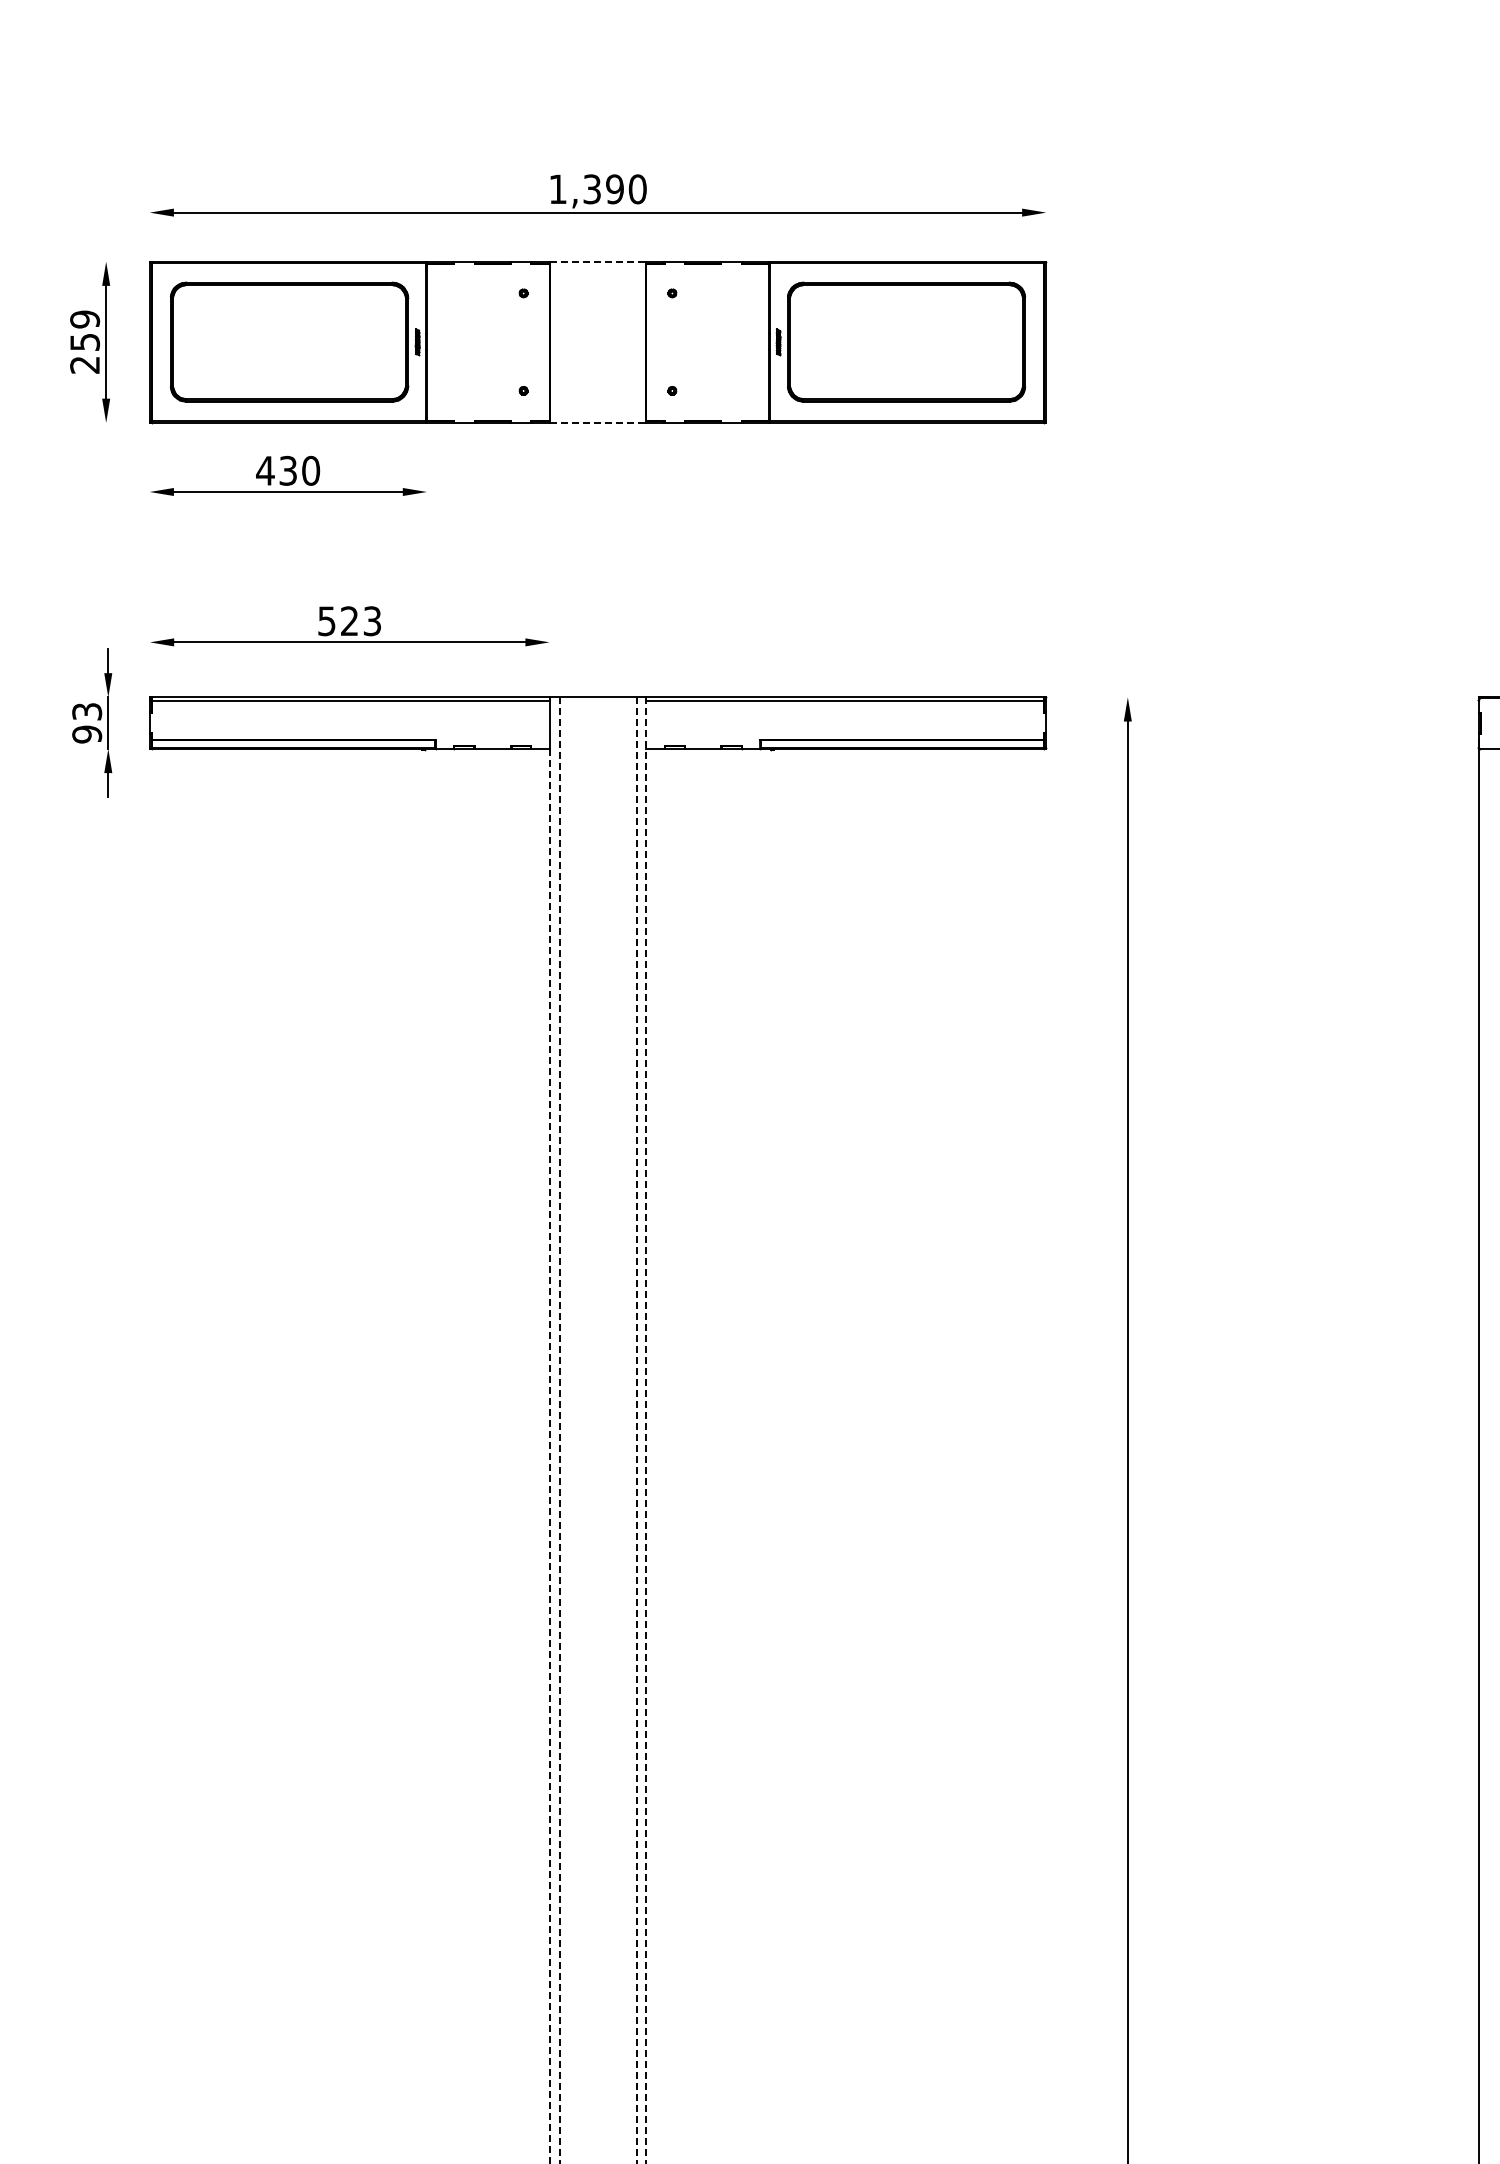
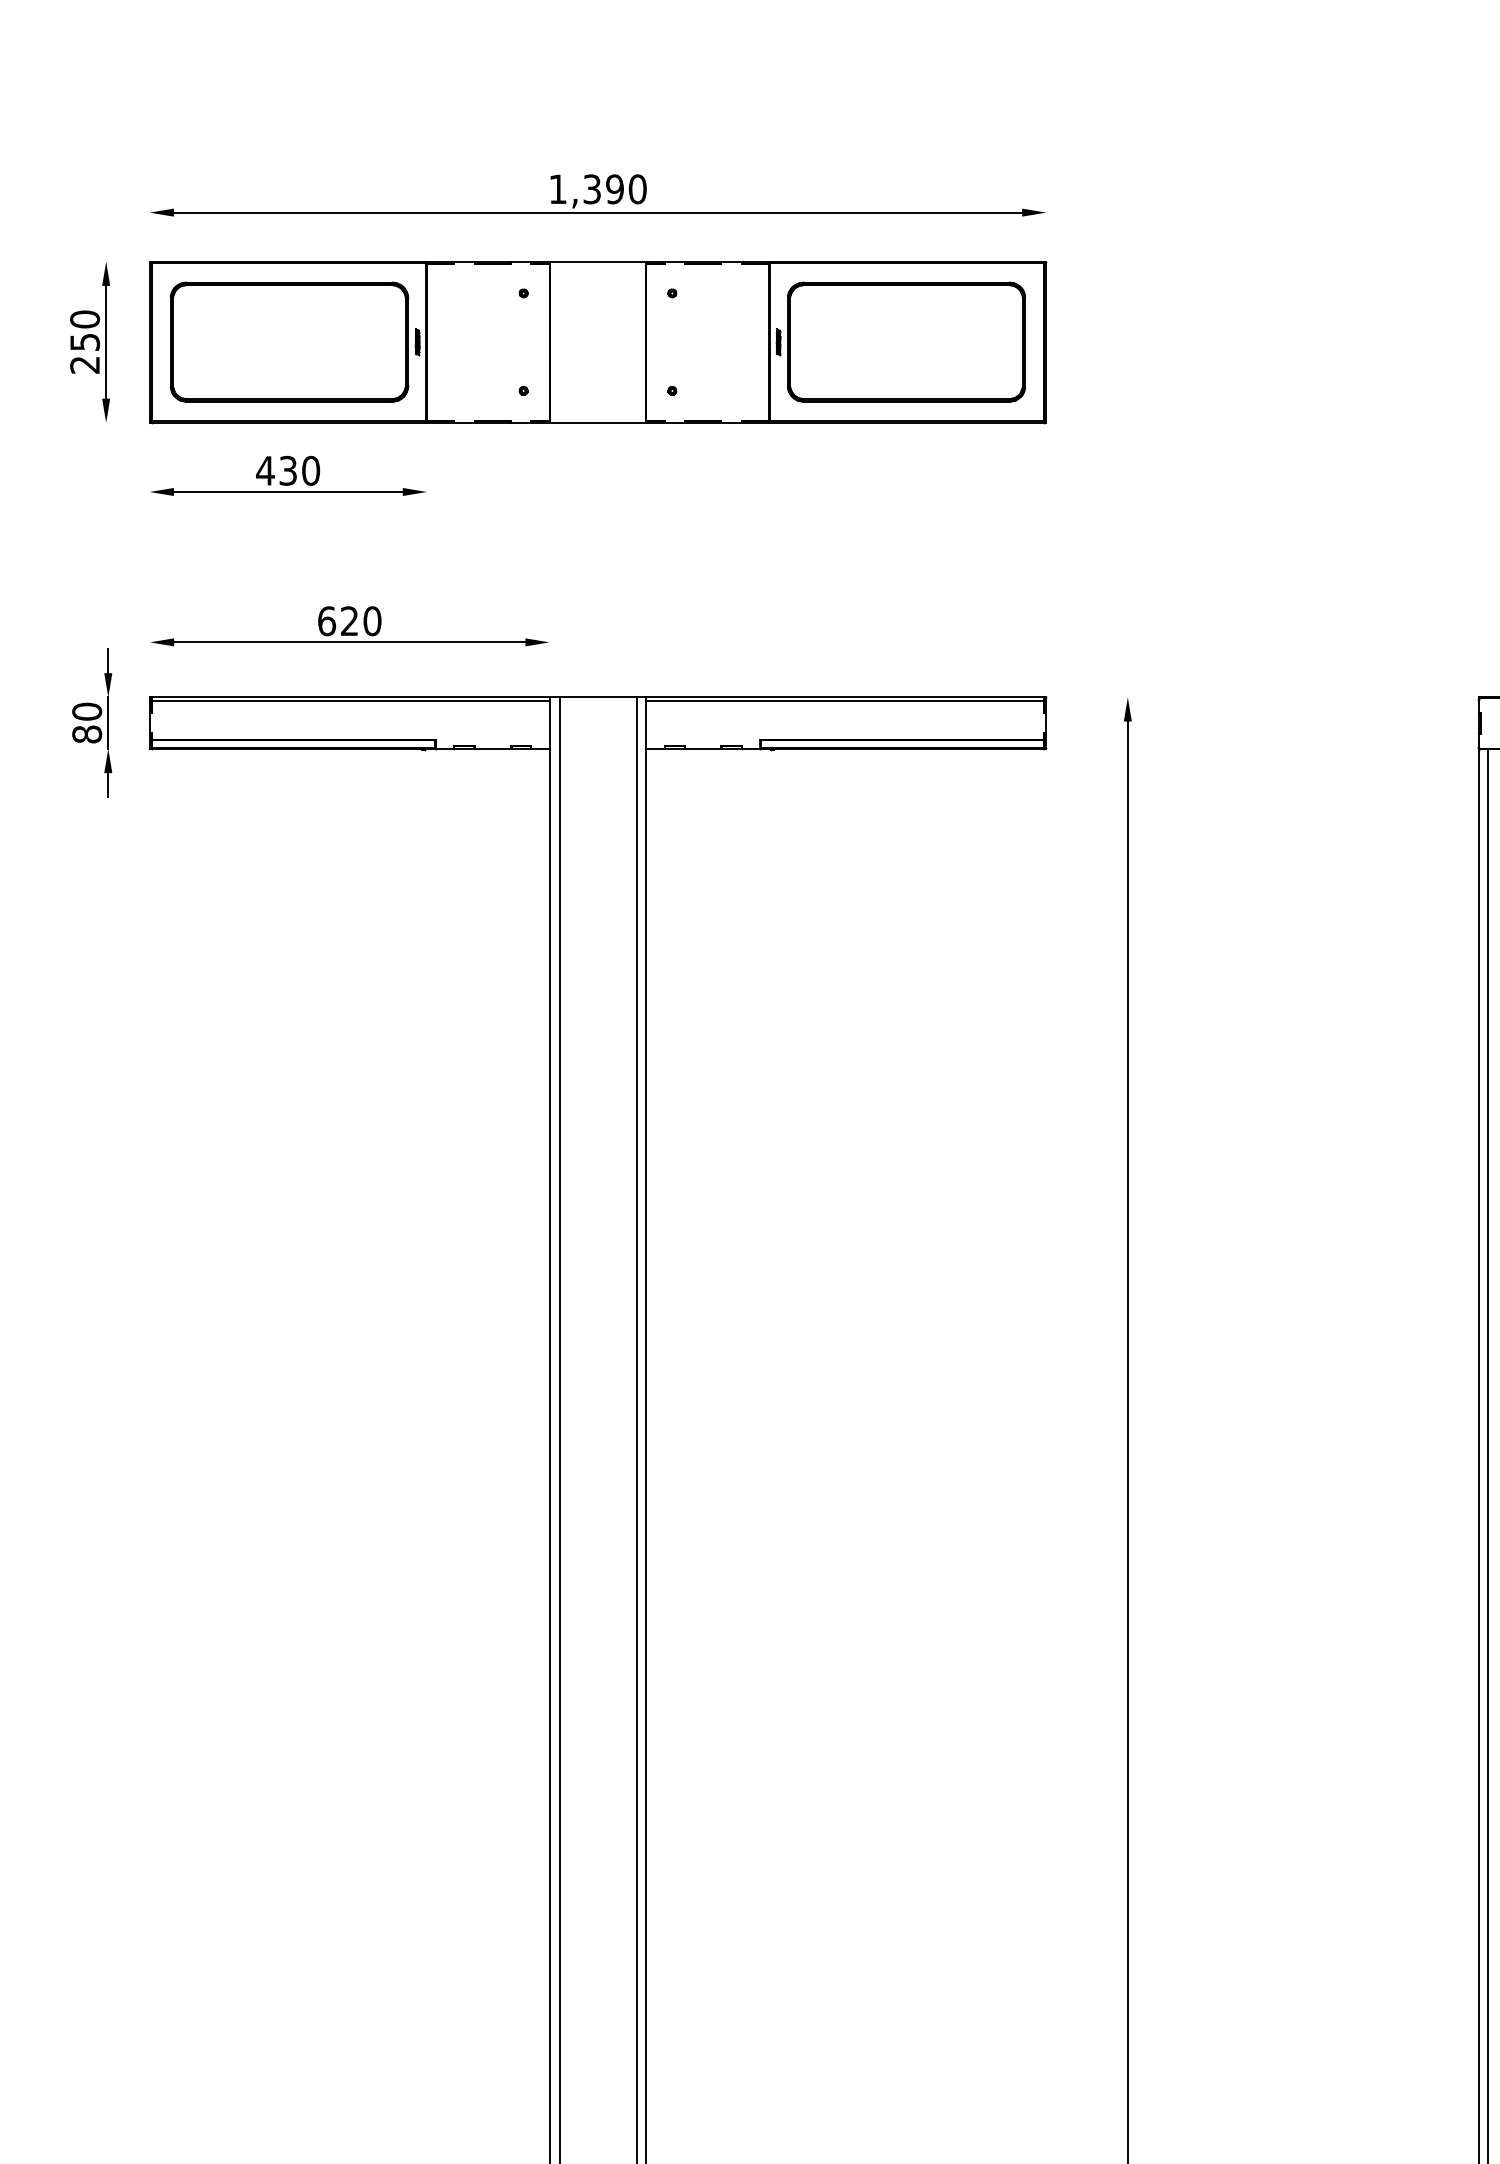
line at (598, 261): dashed -> solid
text at (85, 319): 259 -> 250
line at (598, 422): dashed -> solid
text at (349, 621): 523 -> 620
text at (87, 722): 93 -> 80
line at (559, 1430): dashed -> solid
line at (636, 1430): dashed -> solid
line at (646, 1430): dashed -> solid
line at (1488, 1454): none -> present
line at (549, 1456): dashed -> solid
